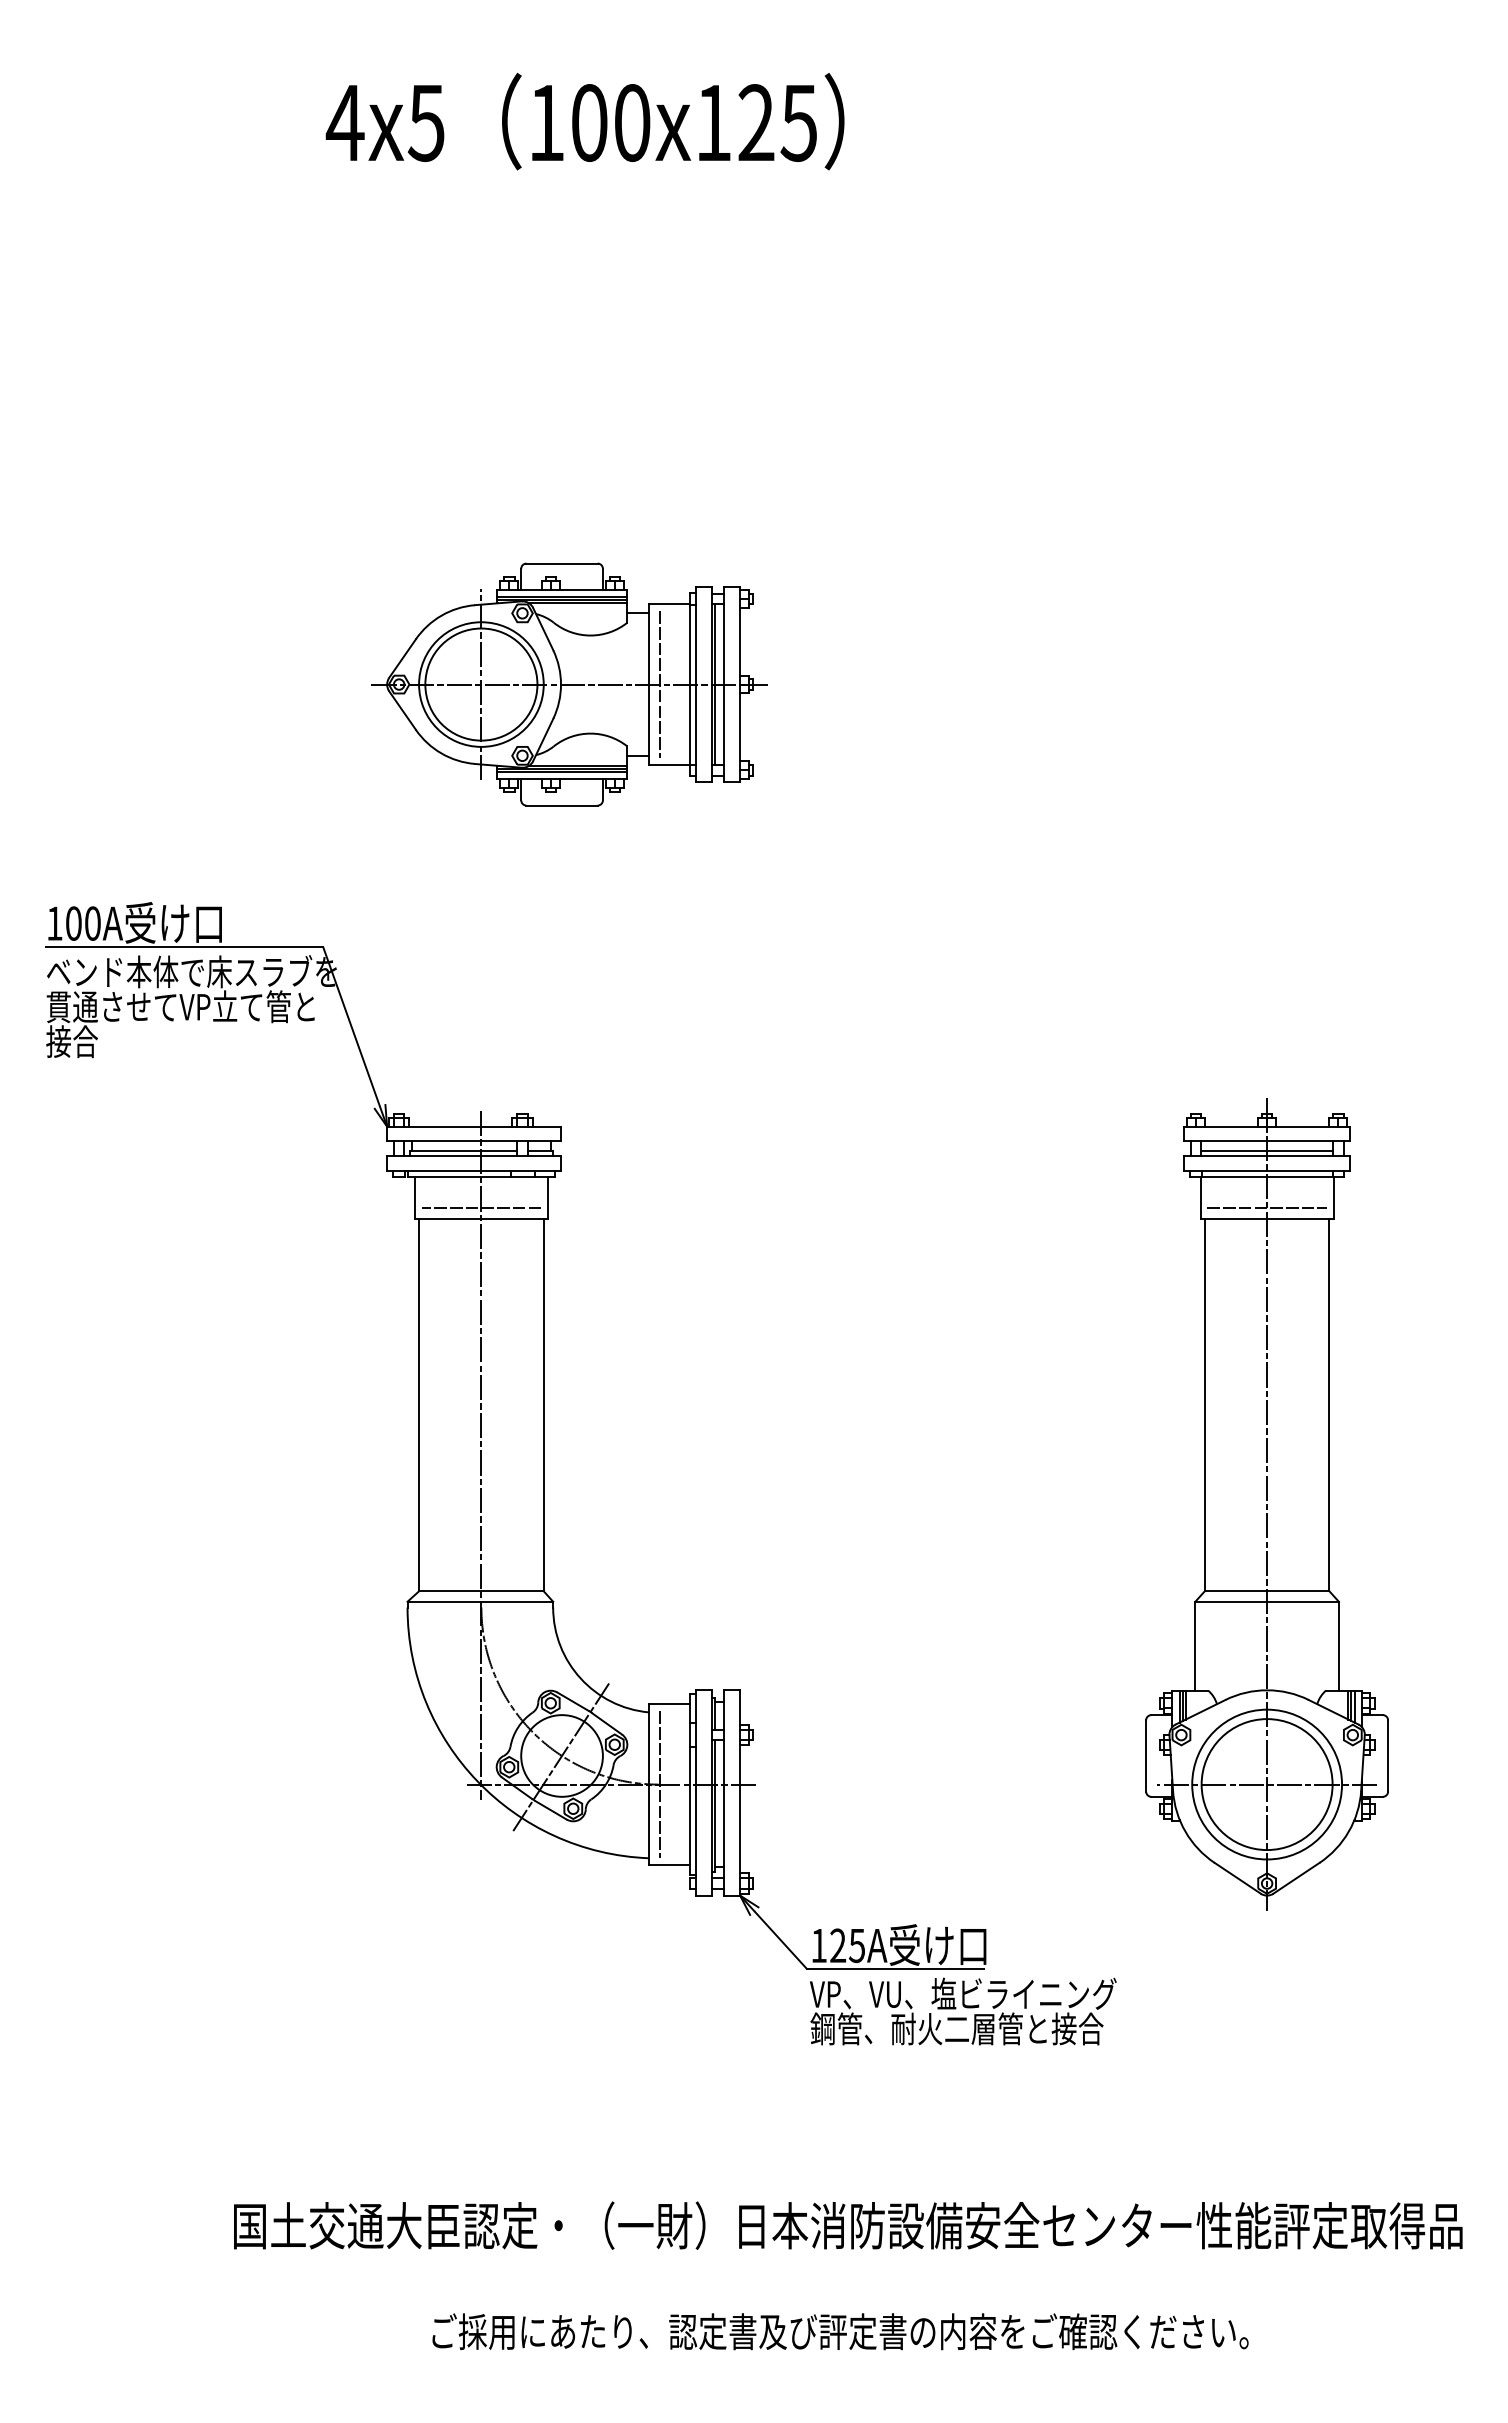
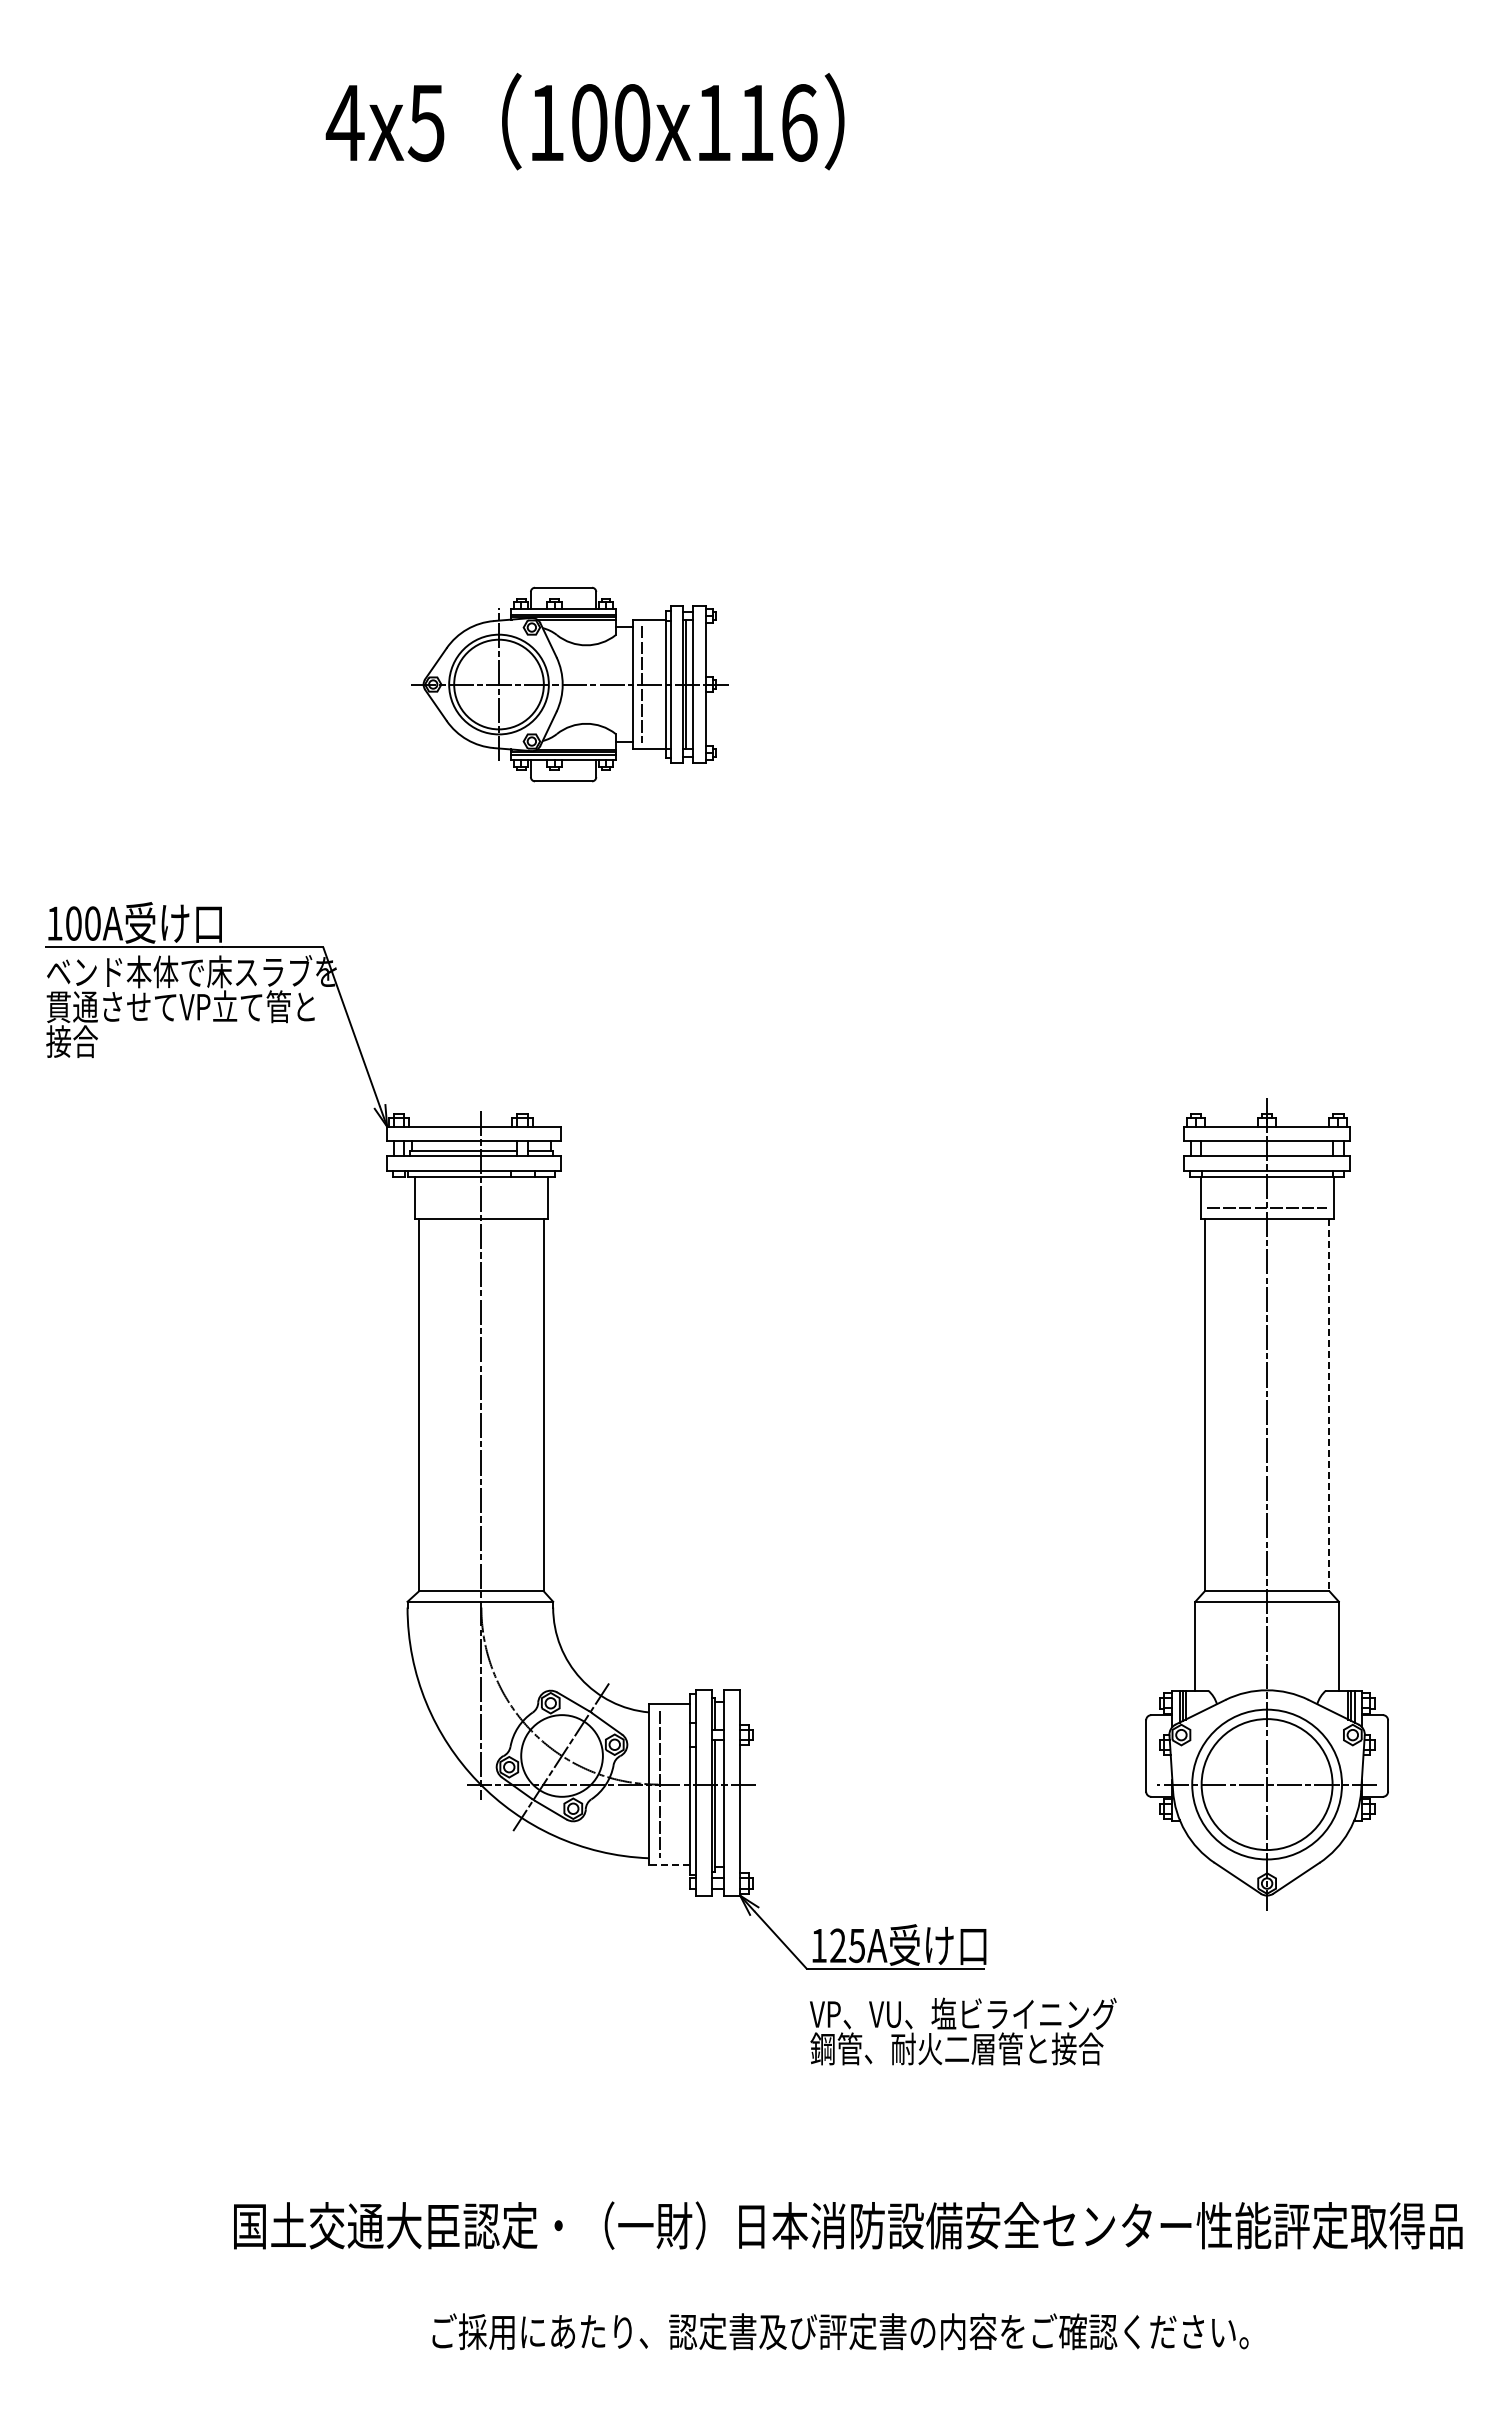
text at (777, 122): 100x125 -> 100x116
part at (569, 684) size: 397x245 px -> 318x197 px
line at (1267, 1150): present -> none
line at (481, 1208): present -> none
line at (1329, 1405): solid -> dashed
line at (668, 1864): solid -> dashed
text at (963, 2011) position: (963, 2011) -> (963, 2031)
